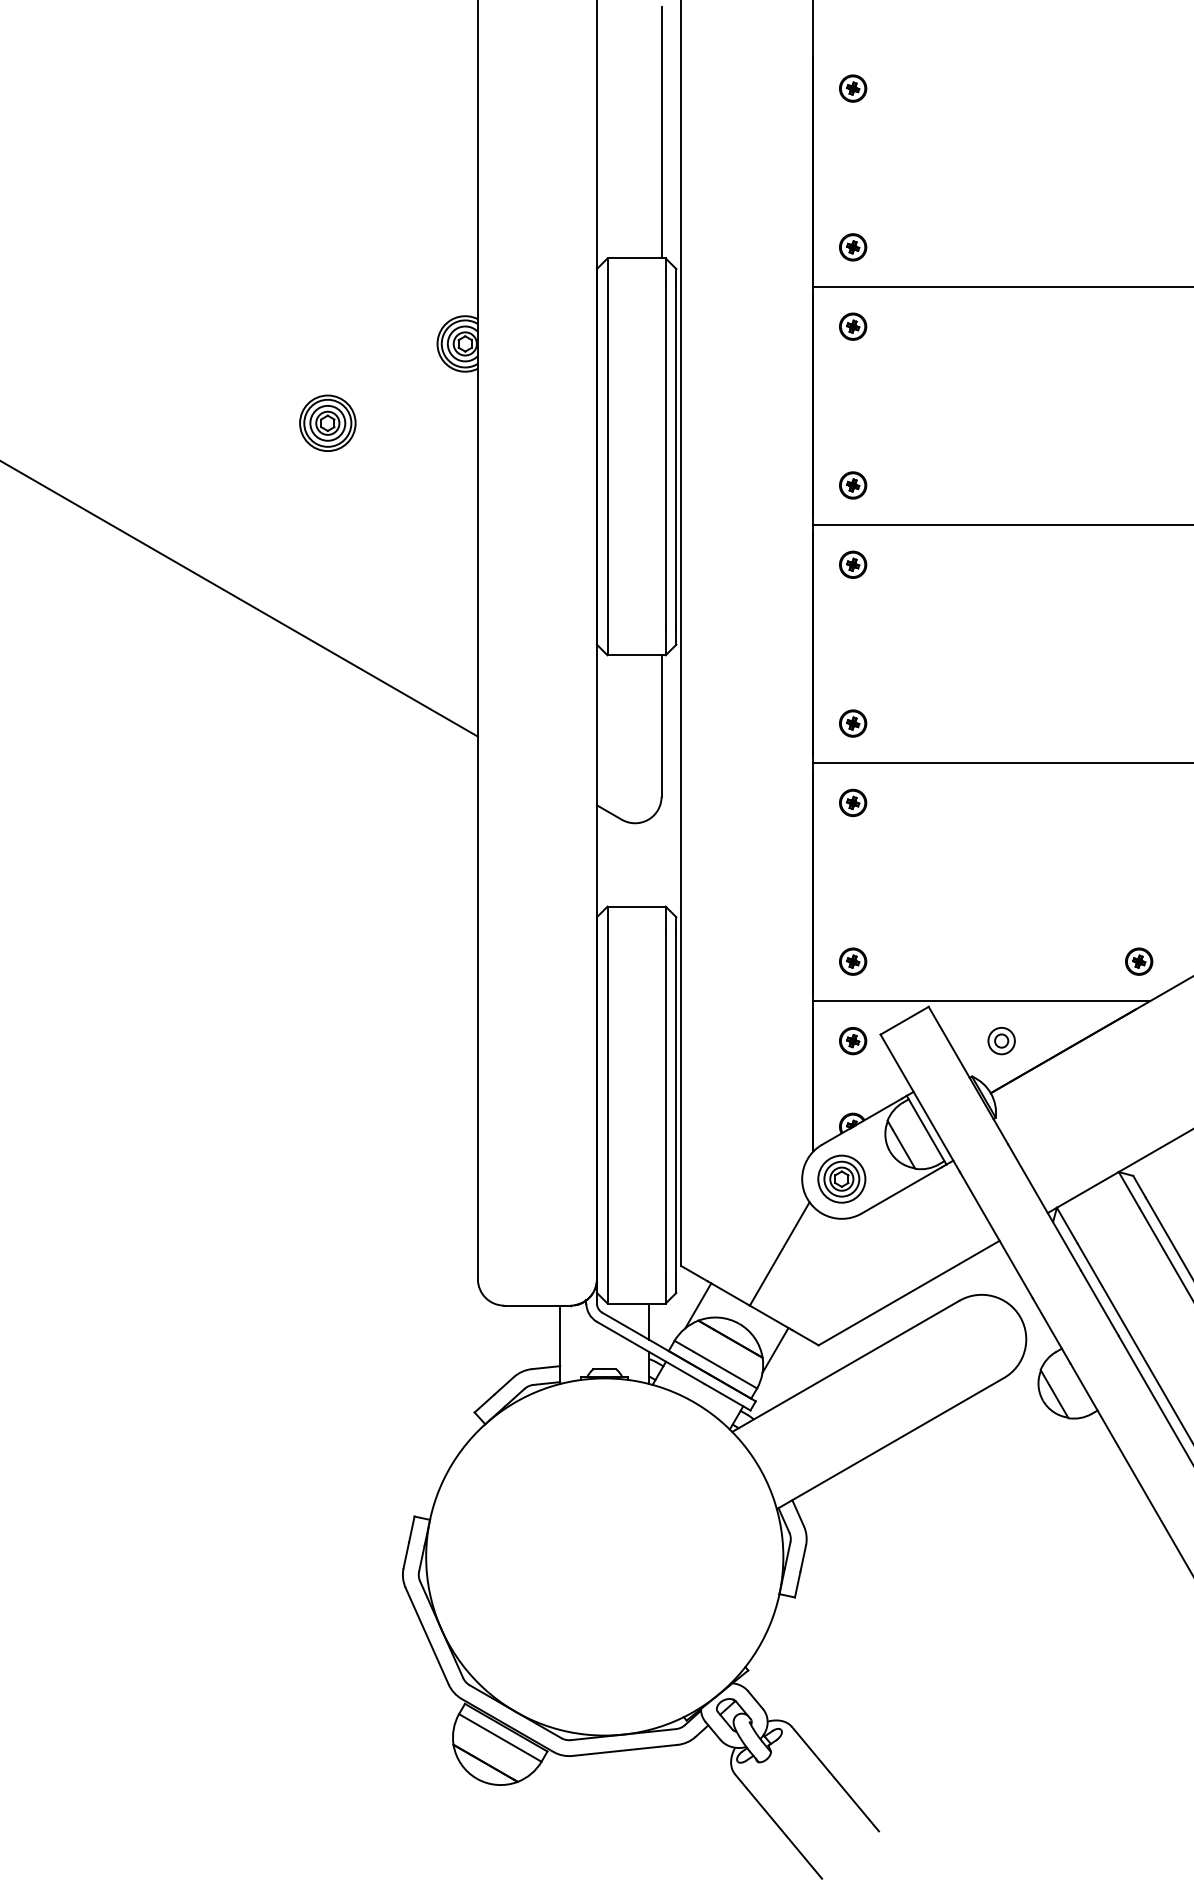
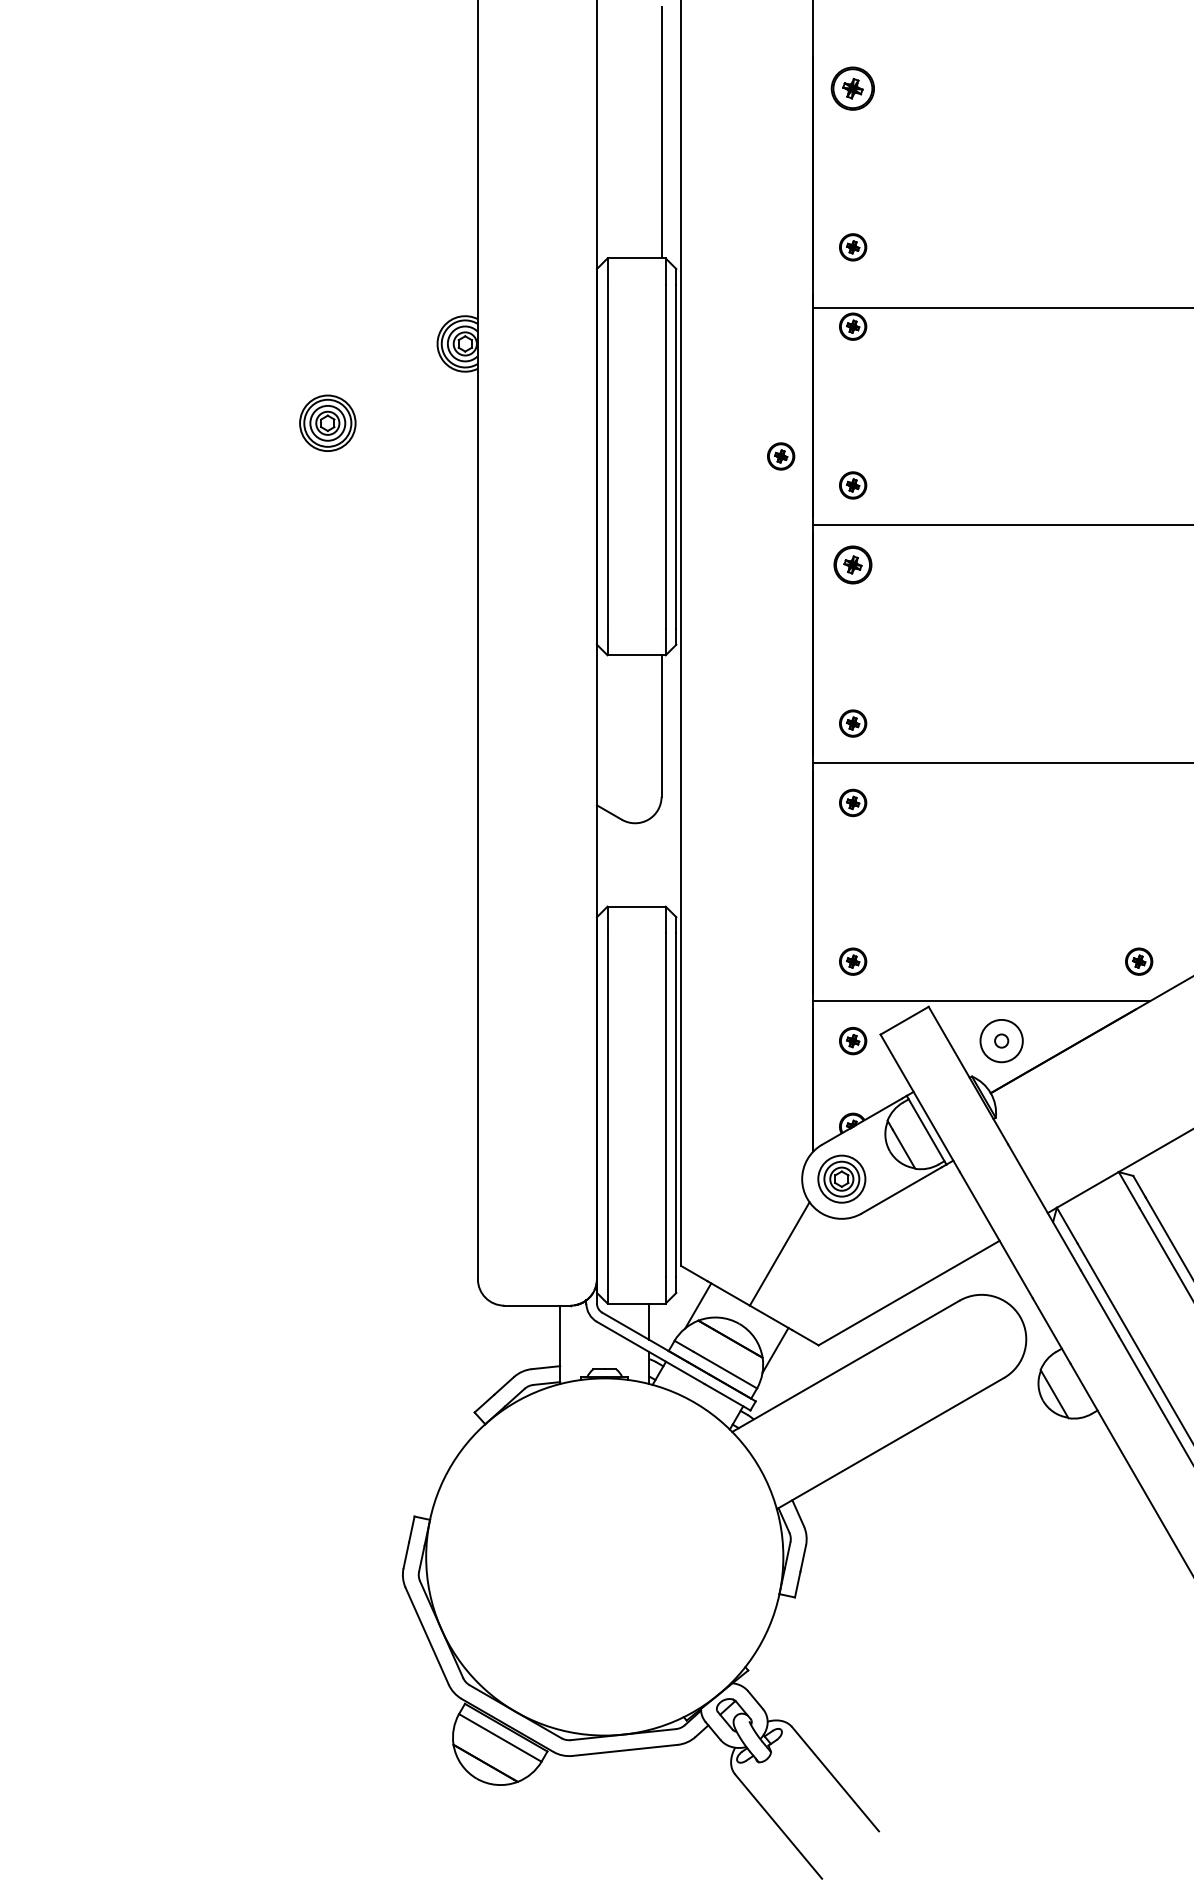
part at (853, 88) size: 29x29 px -> 45x45 px
line at (1001, 287) position: (1001, 287) -> (1001, 308)
part at (781, 456): none -> present
part at (853, 564) size: 29x29 px -> 40x40 px
line at (239, 599): present -> none
circle at (1001, 1040) diameter: 26 px -> 42 px
